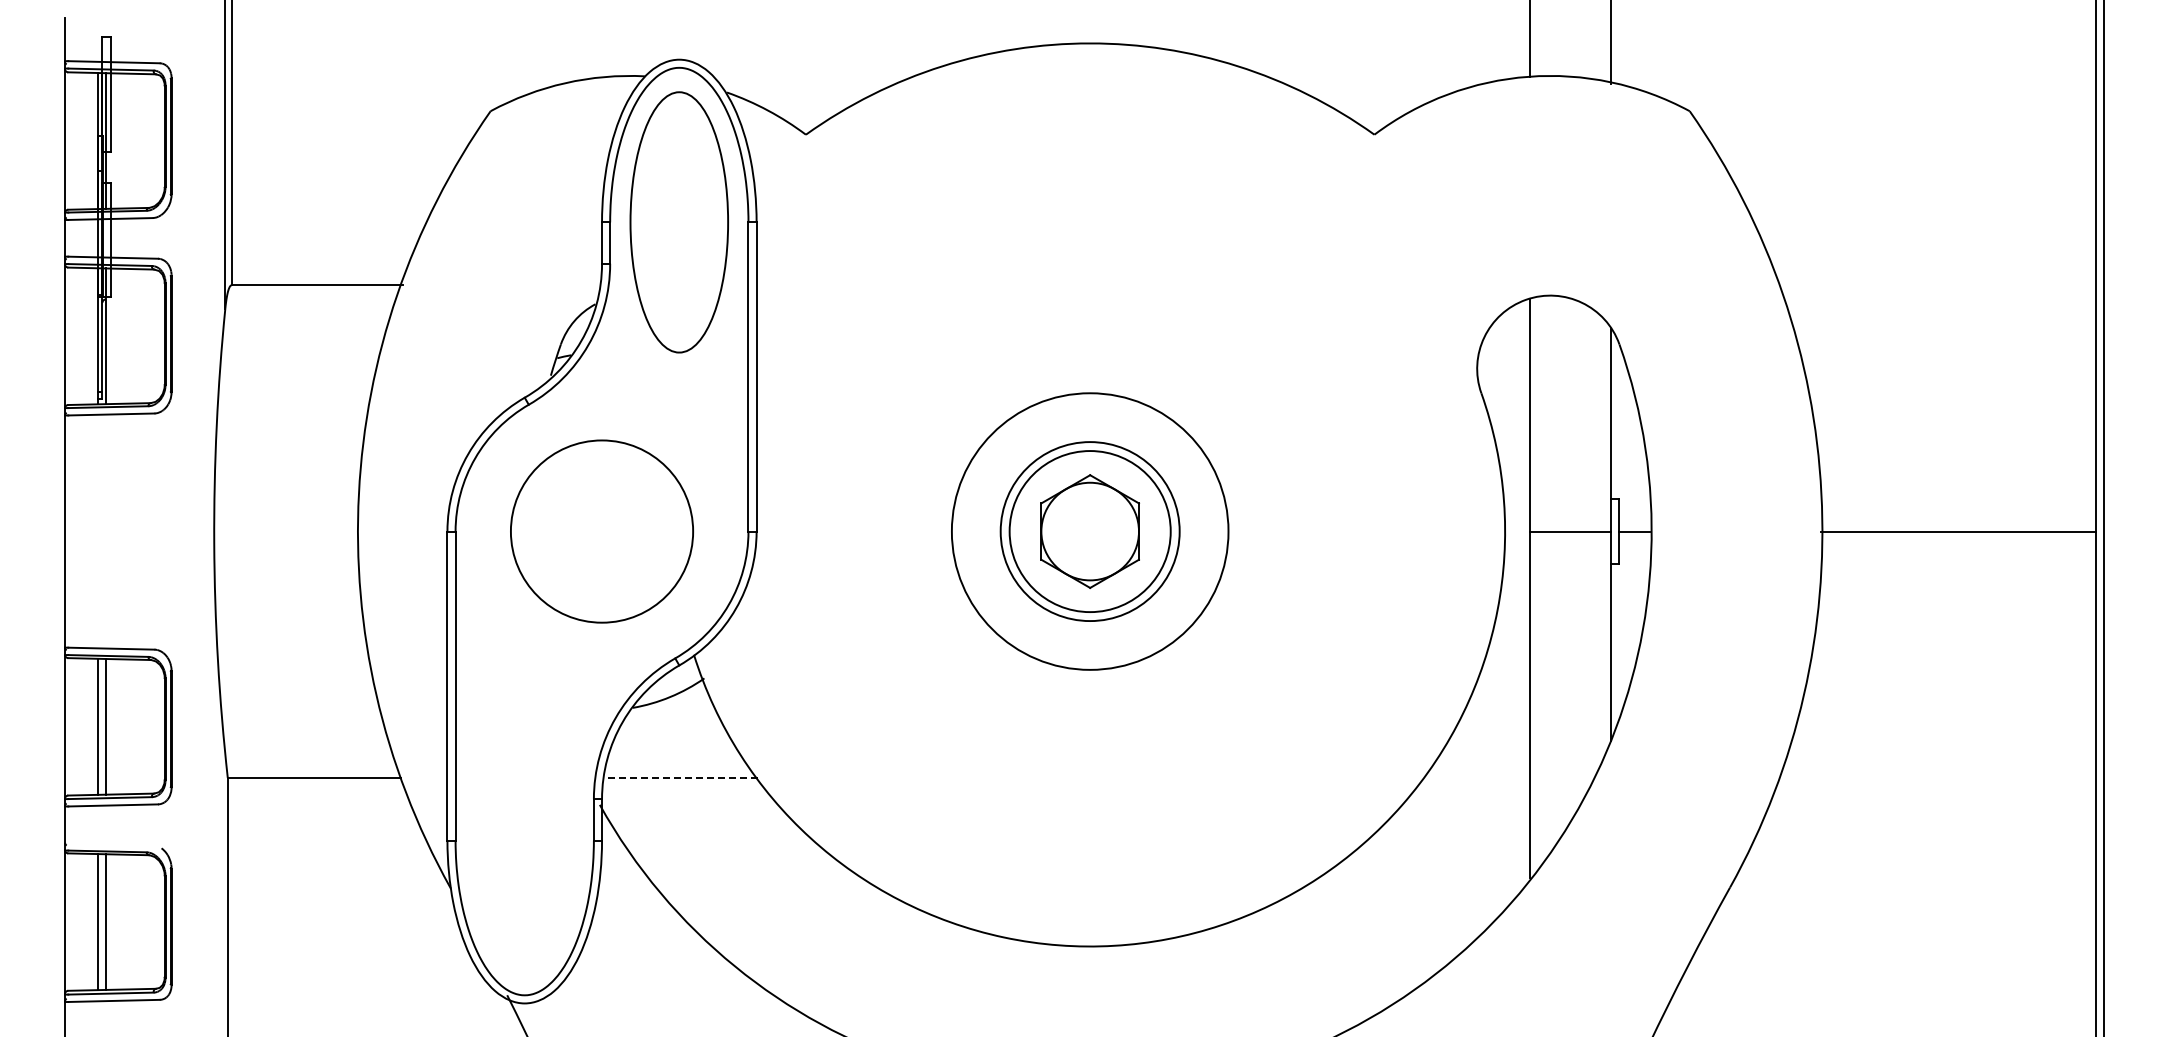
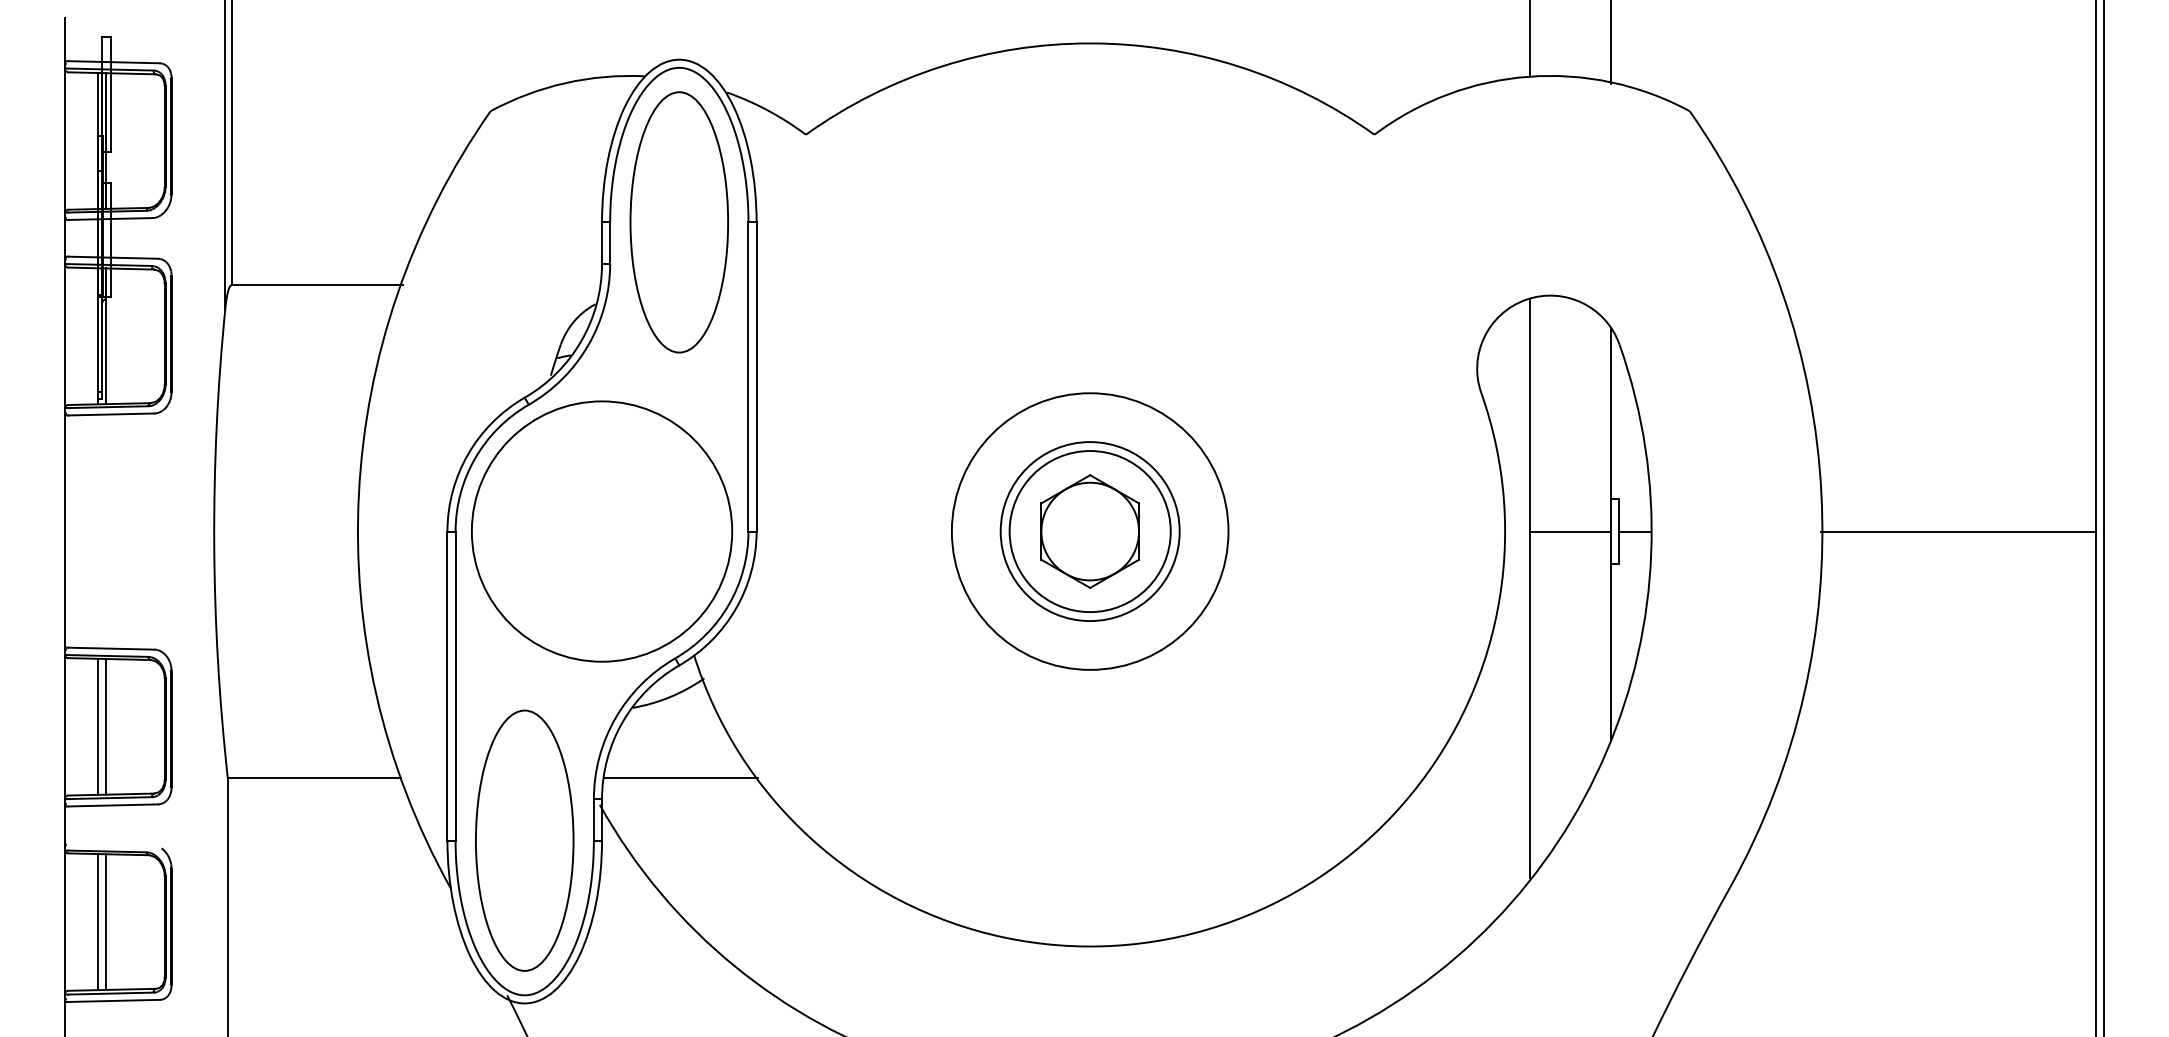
circle at (601, 531) diameter: 182 px -> 260 px
line at (680, 777): dashed -> solid
part at (524, 840): none -> present
